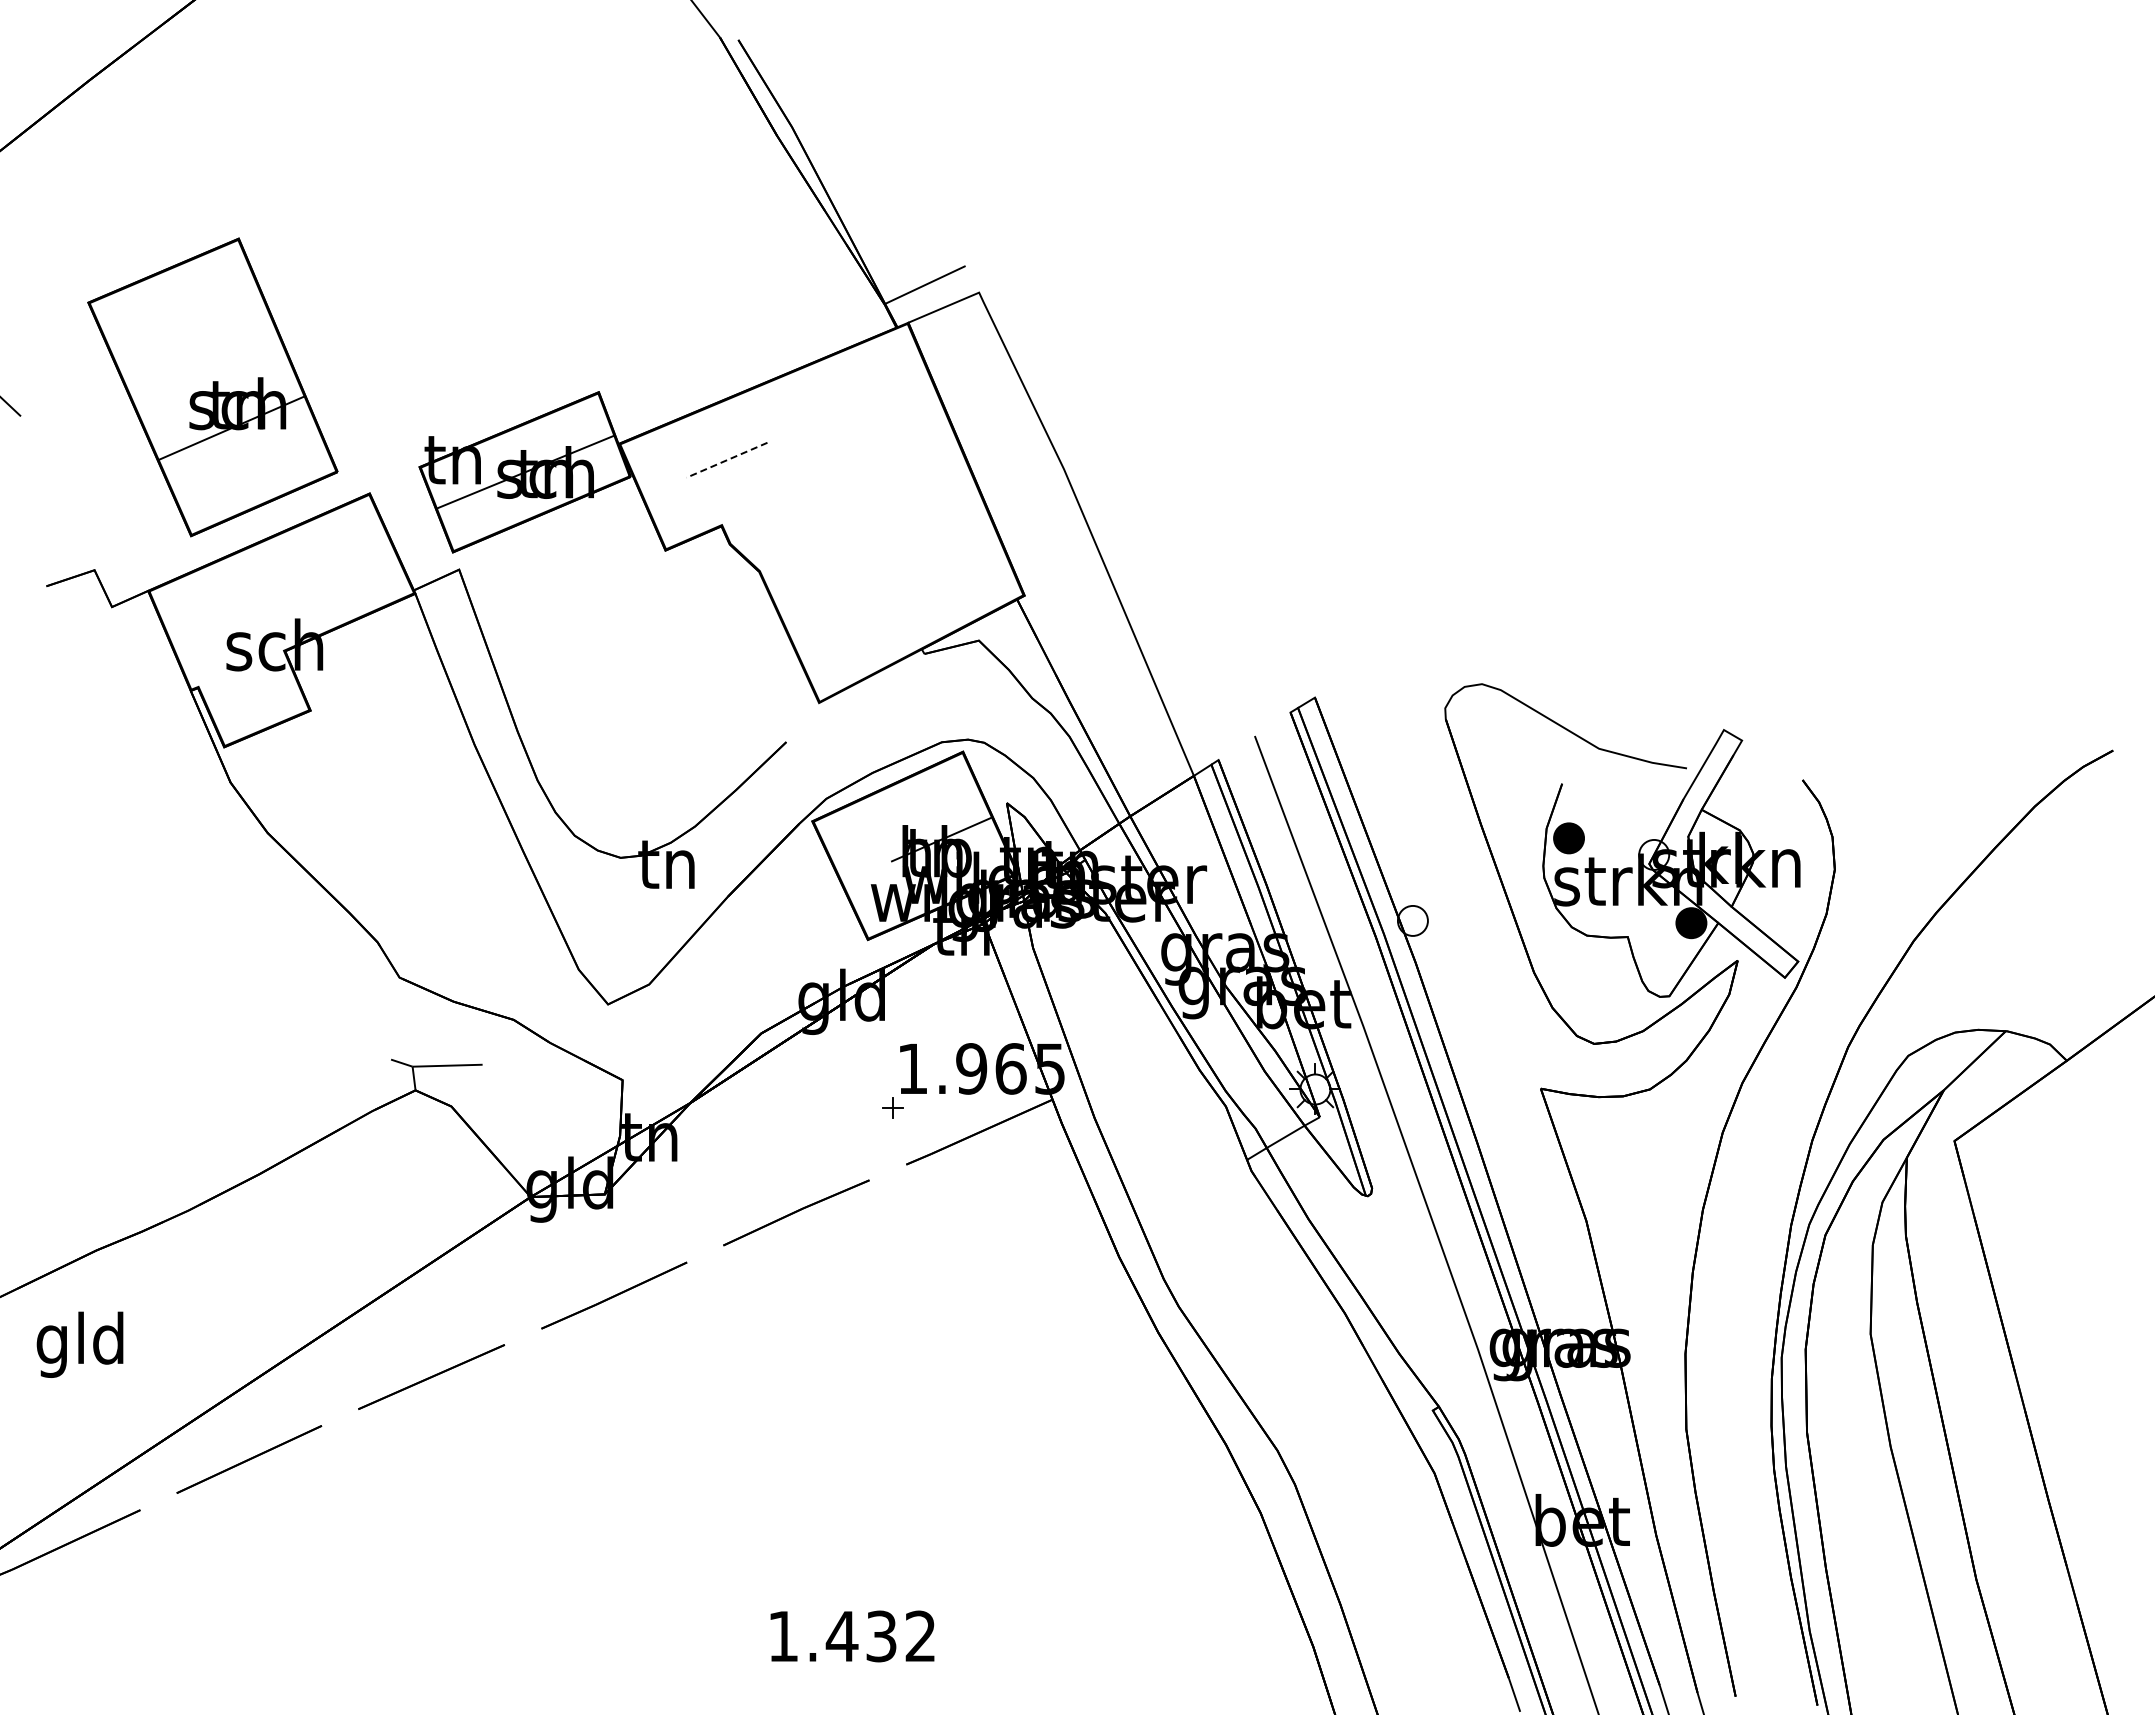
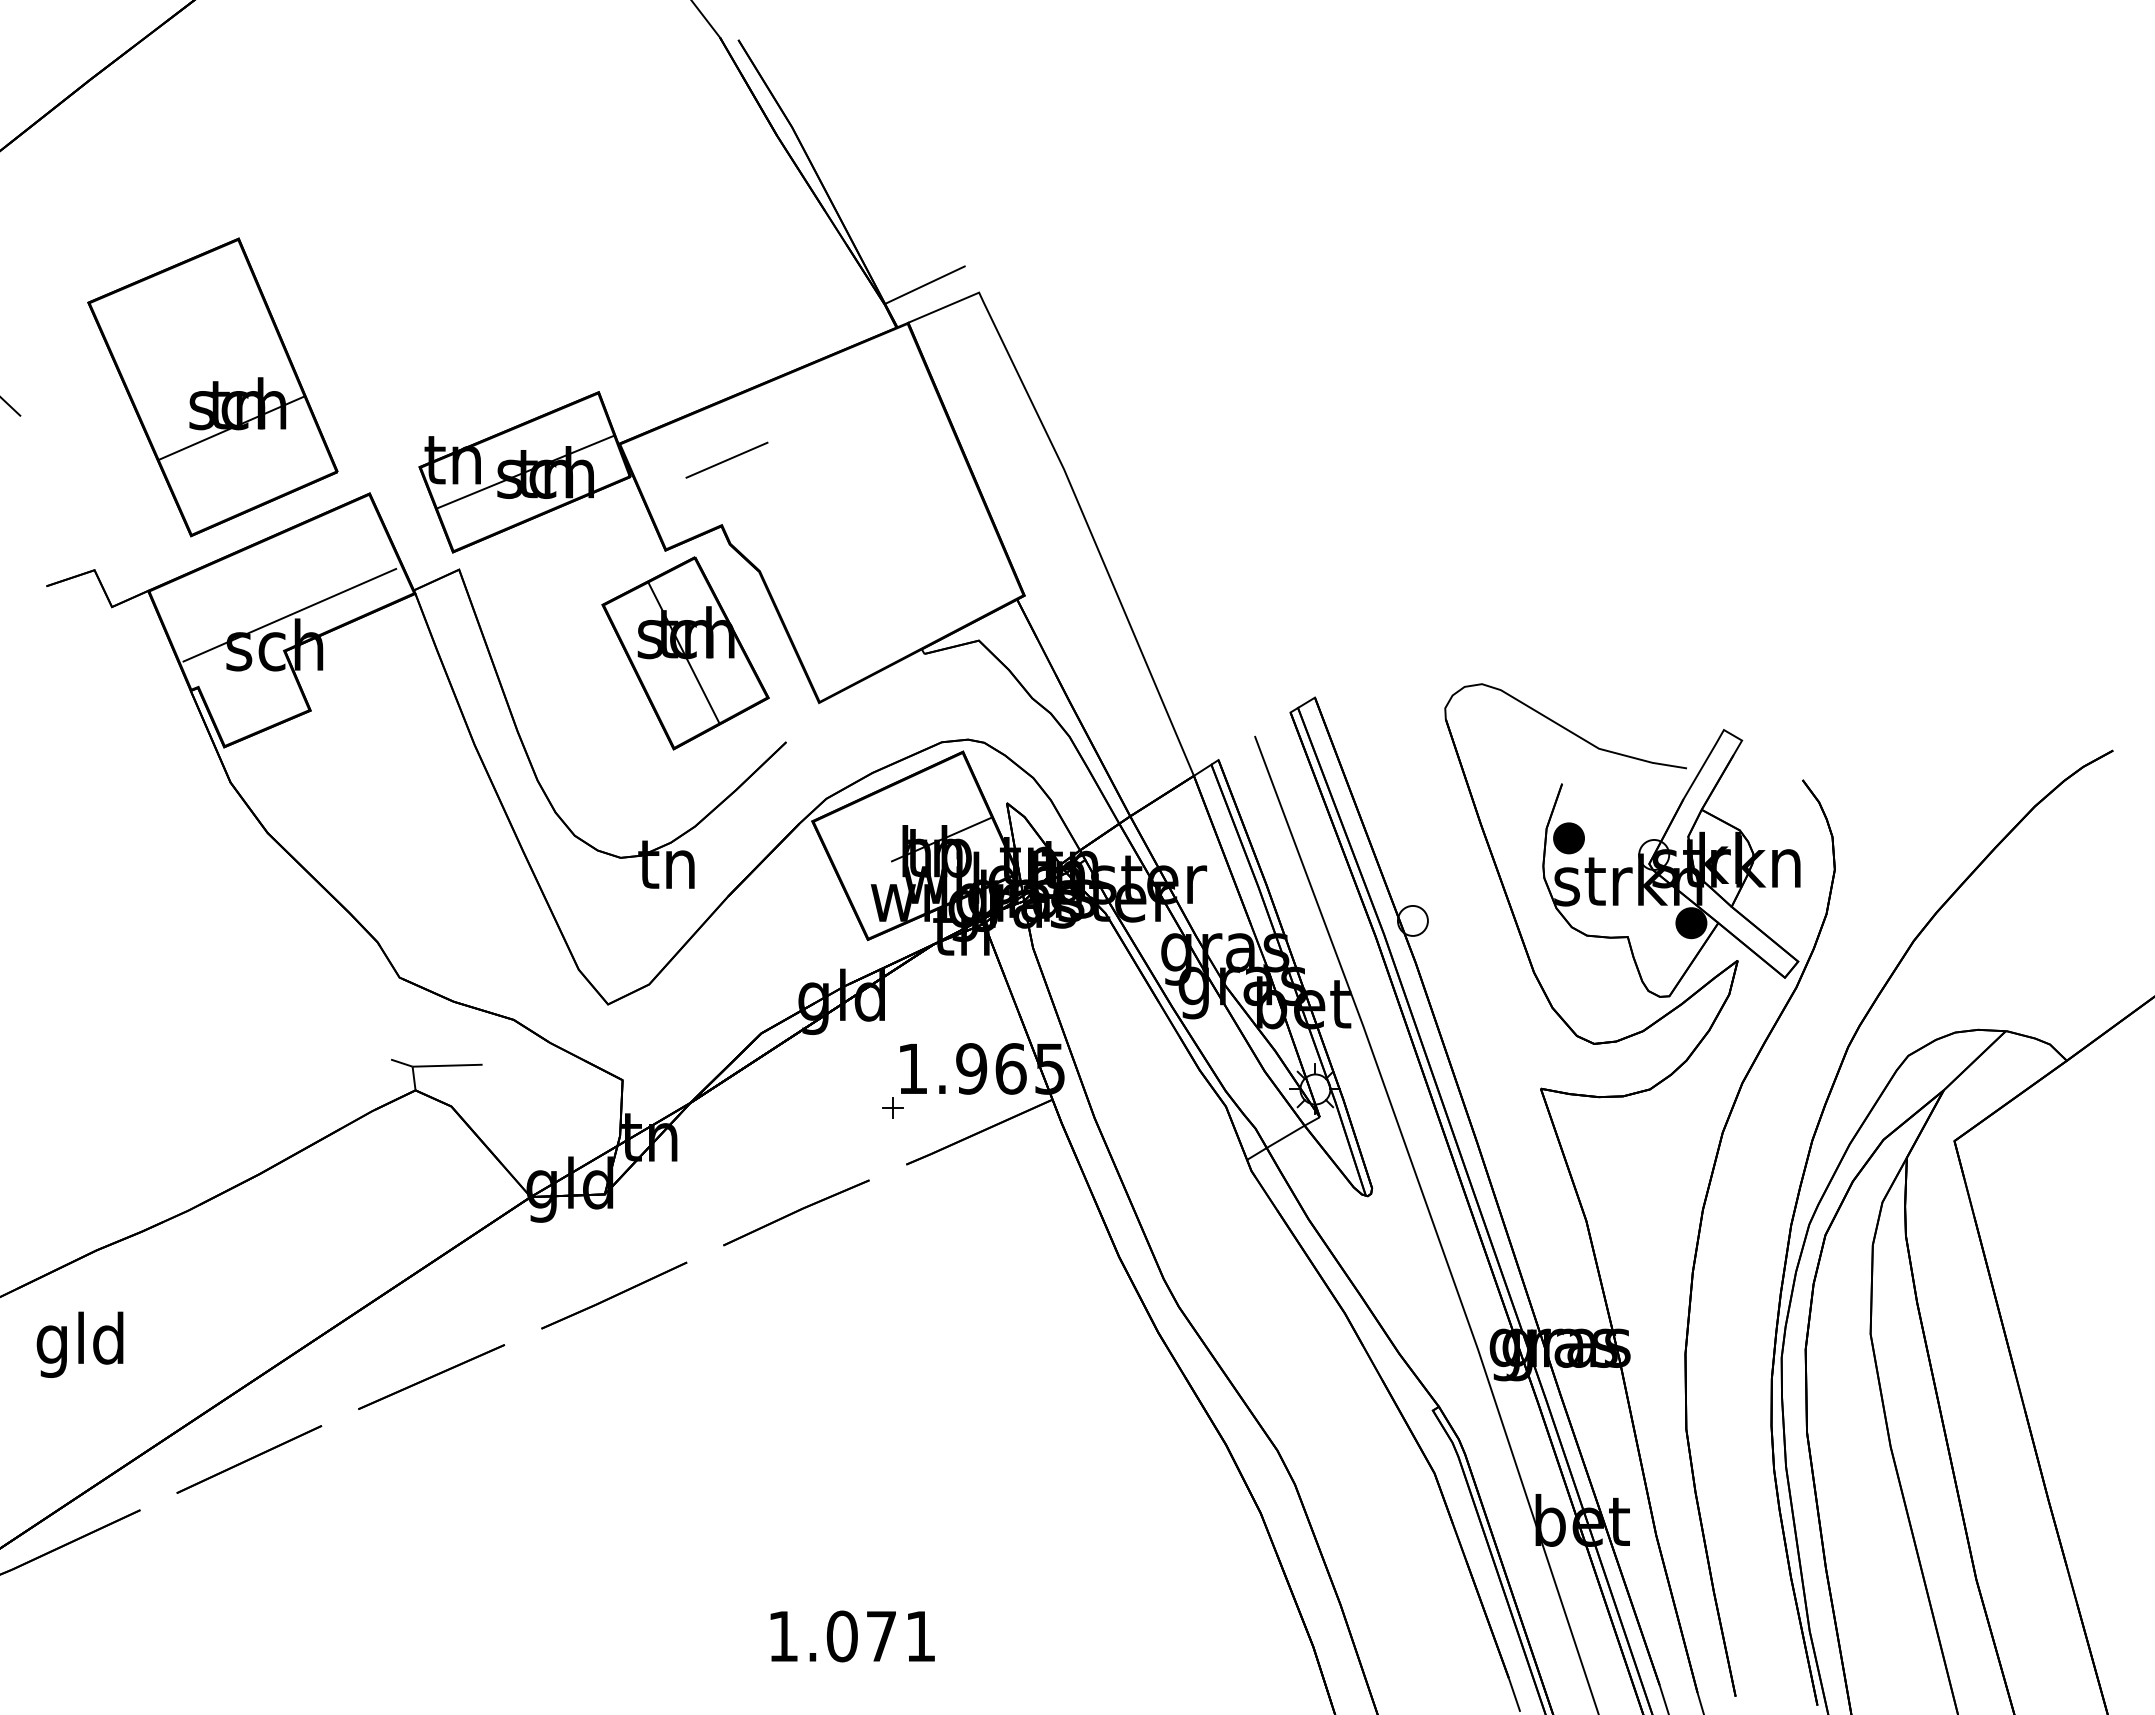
line at (726, 460): dashed -> solid
line at (289, 614): none -> present
part at (685, 653): none -> present
text at (879, 1636): 1.432 -> 1.071
